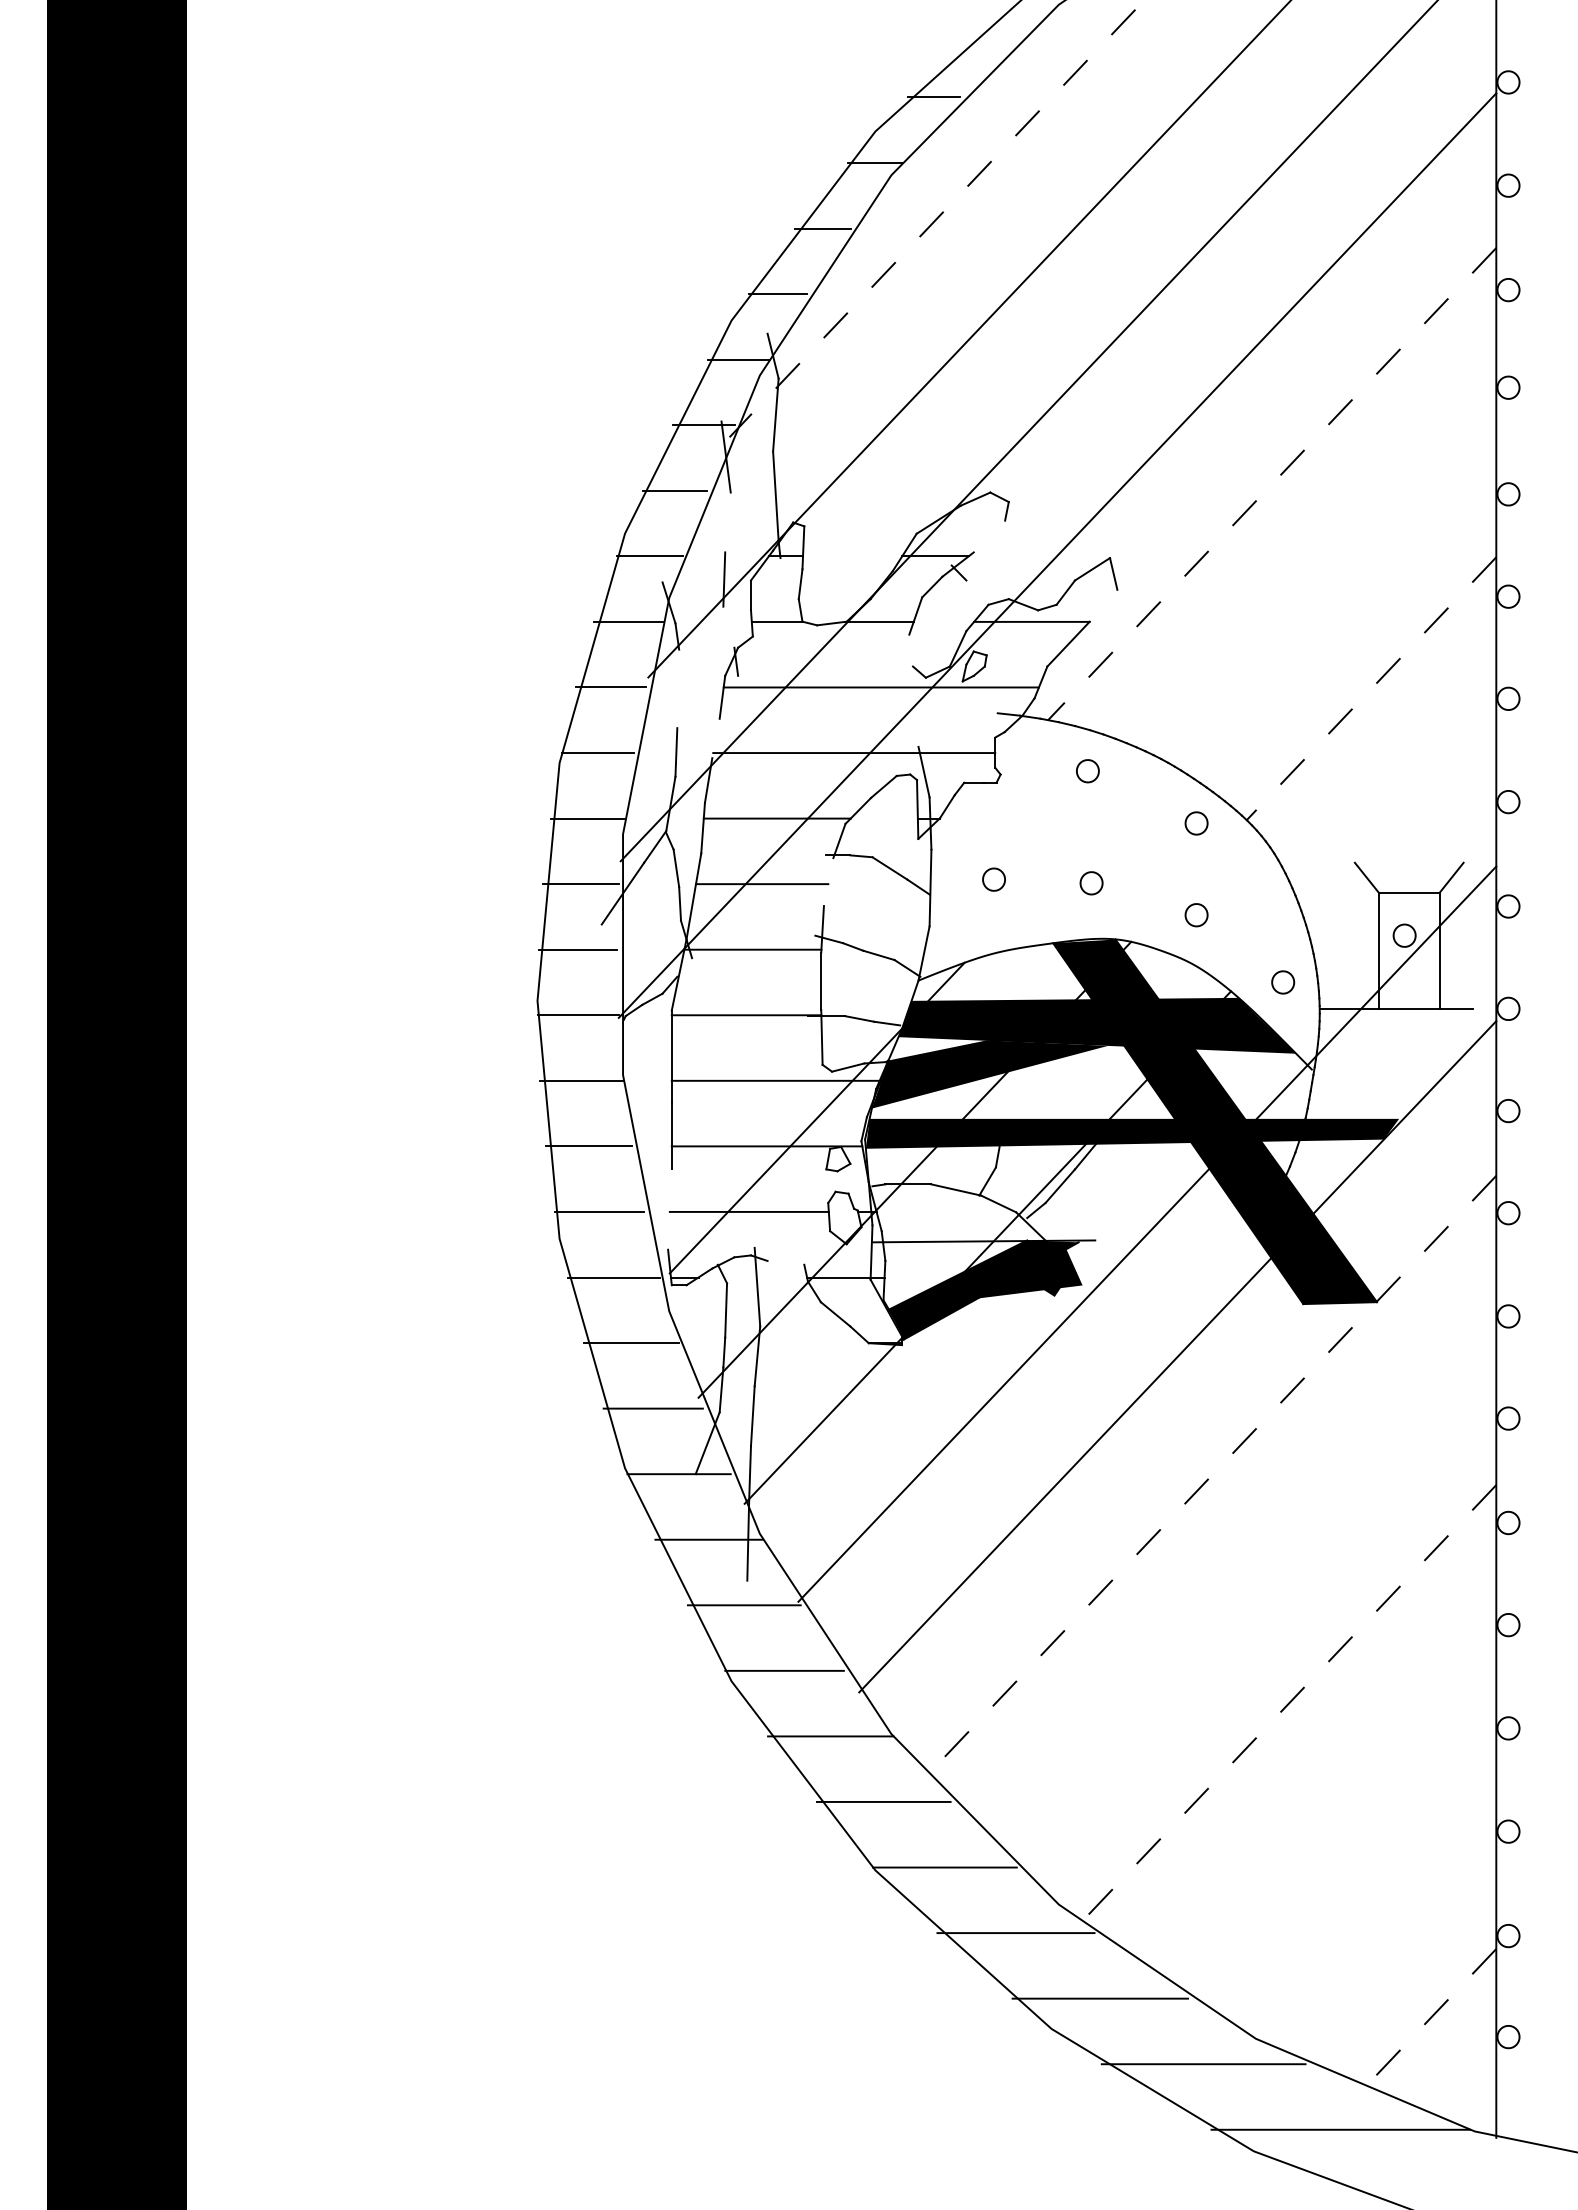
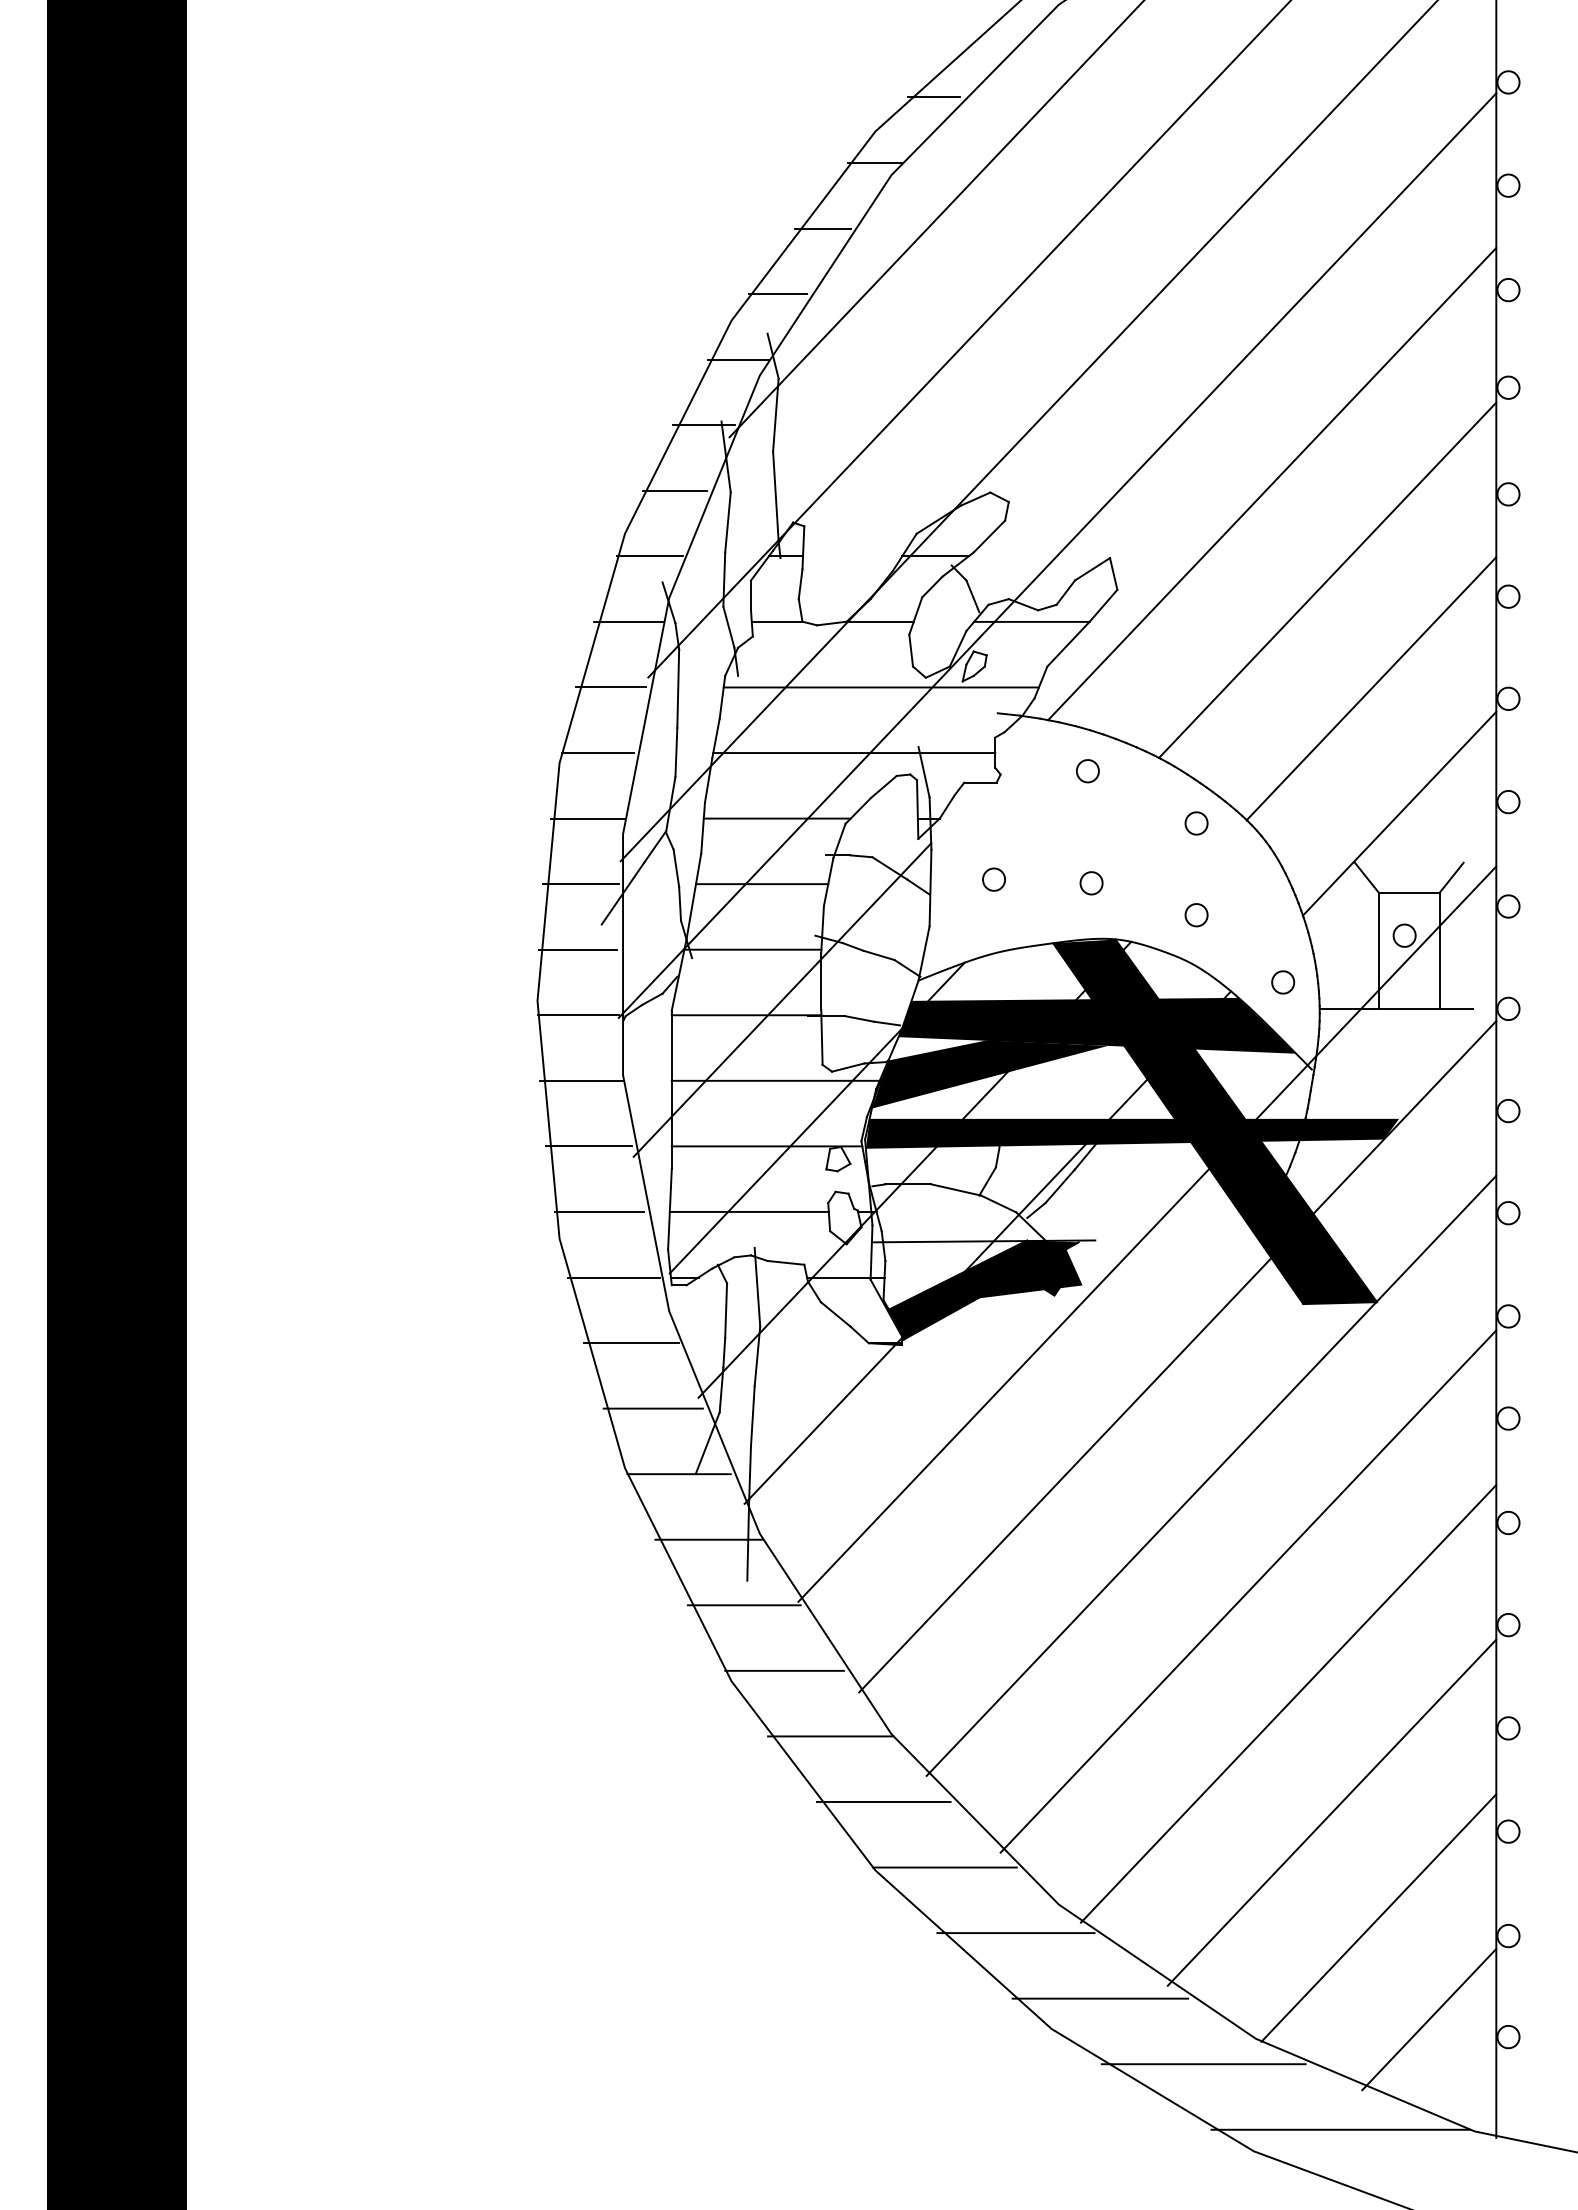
line at (936, 219): dashed -> solid
line at (1272, 484): dashed -> solid
line at (727, 522): none -> present
line at (989, 536): none -> present
line at (1327, 579): none -> present
line at (972, 596): none -> present
line at (1103, 605): none -> present
line at (728, 626): none -> present
line at (911, 650): none -> present
line at (678, 688): none -> present
line at (1371, 689): dashed -> solid
line at (715, 738): none -> present
line at (1399, 813): none -> present
line at (828, 882): none -> present
line at (782, 999): none -> present
line at (669, 1209): none -> present
line at (785, 1262): none -> present
line at (1211, 1475): dashed -> solid
line at (1248, 1591): none -> present
line at (1288, 1703): dashed -> solid
line at (1331, 1812): none -> present
line at (1378, 1917): none -> present
line at (1428, 2019): dashed -> solid
